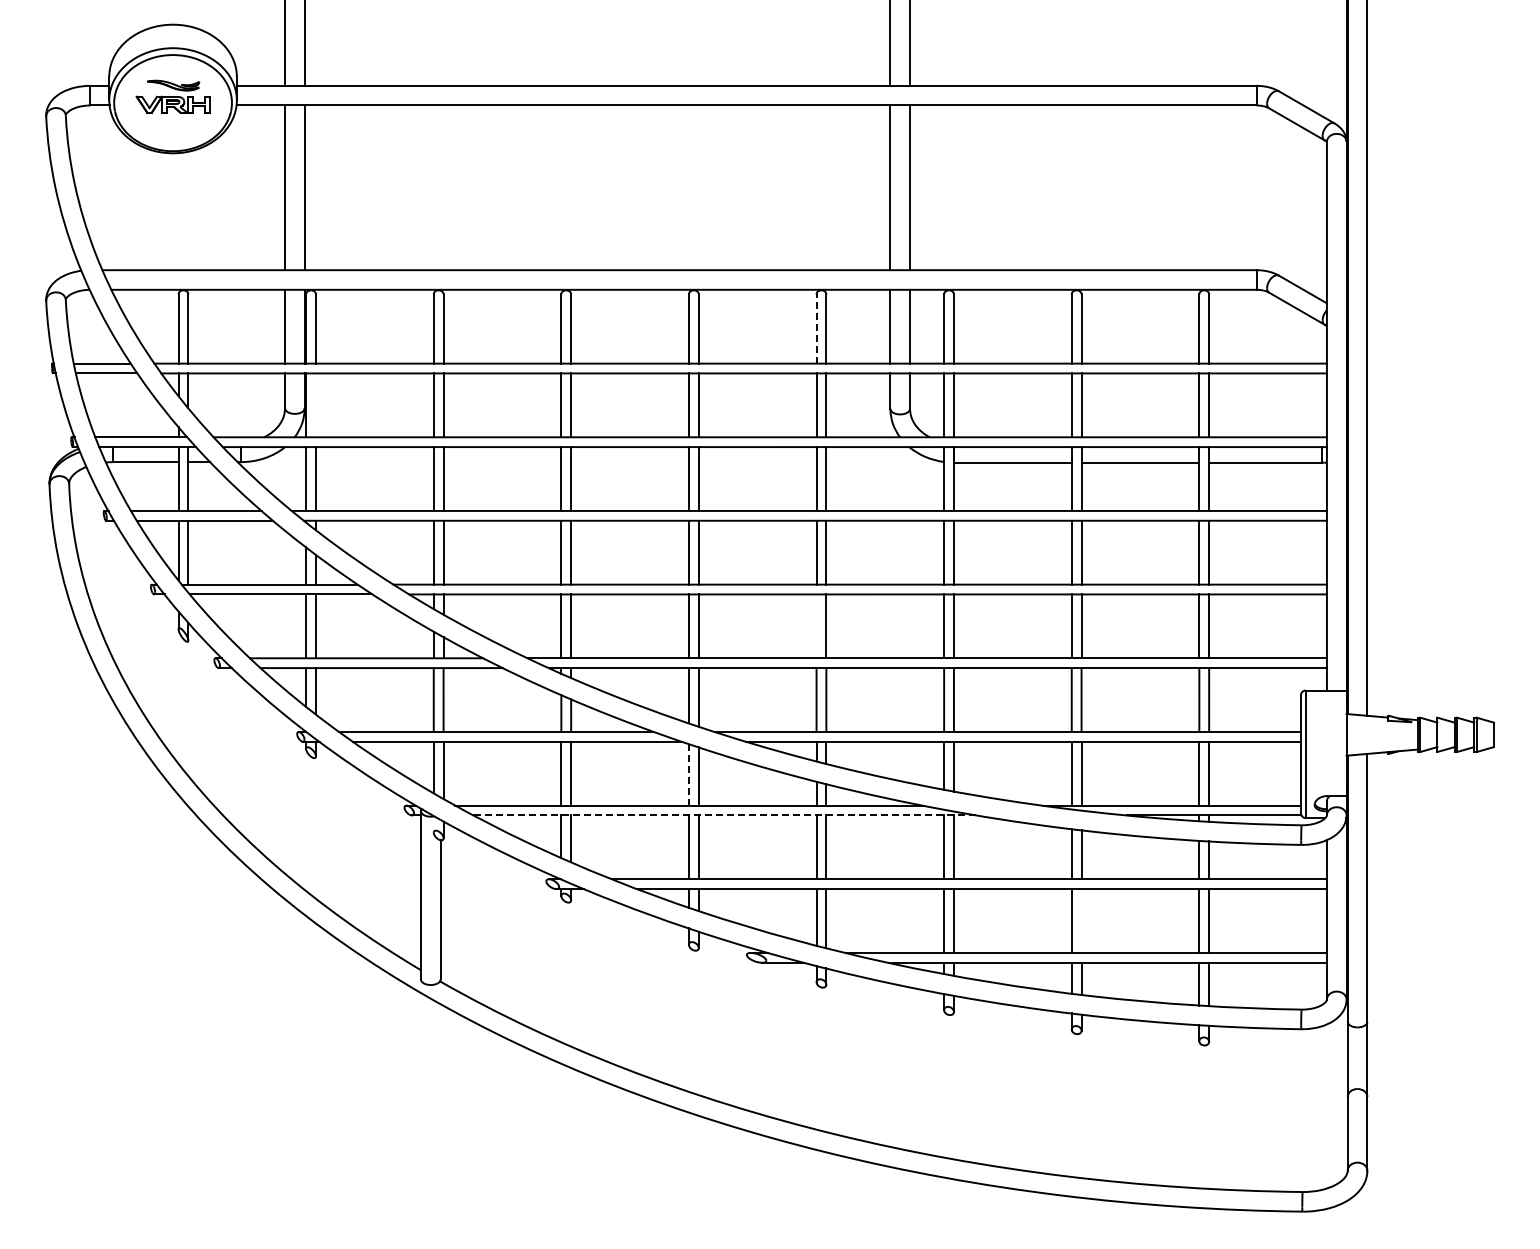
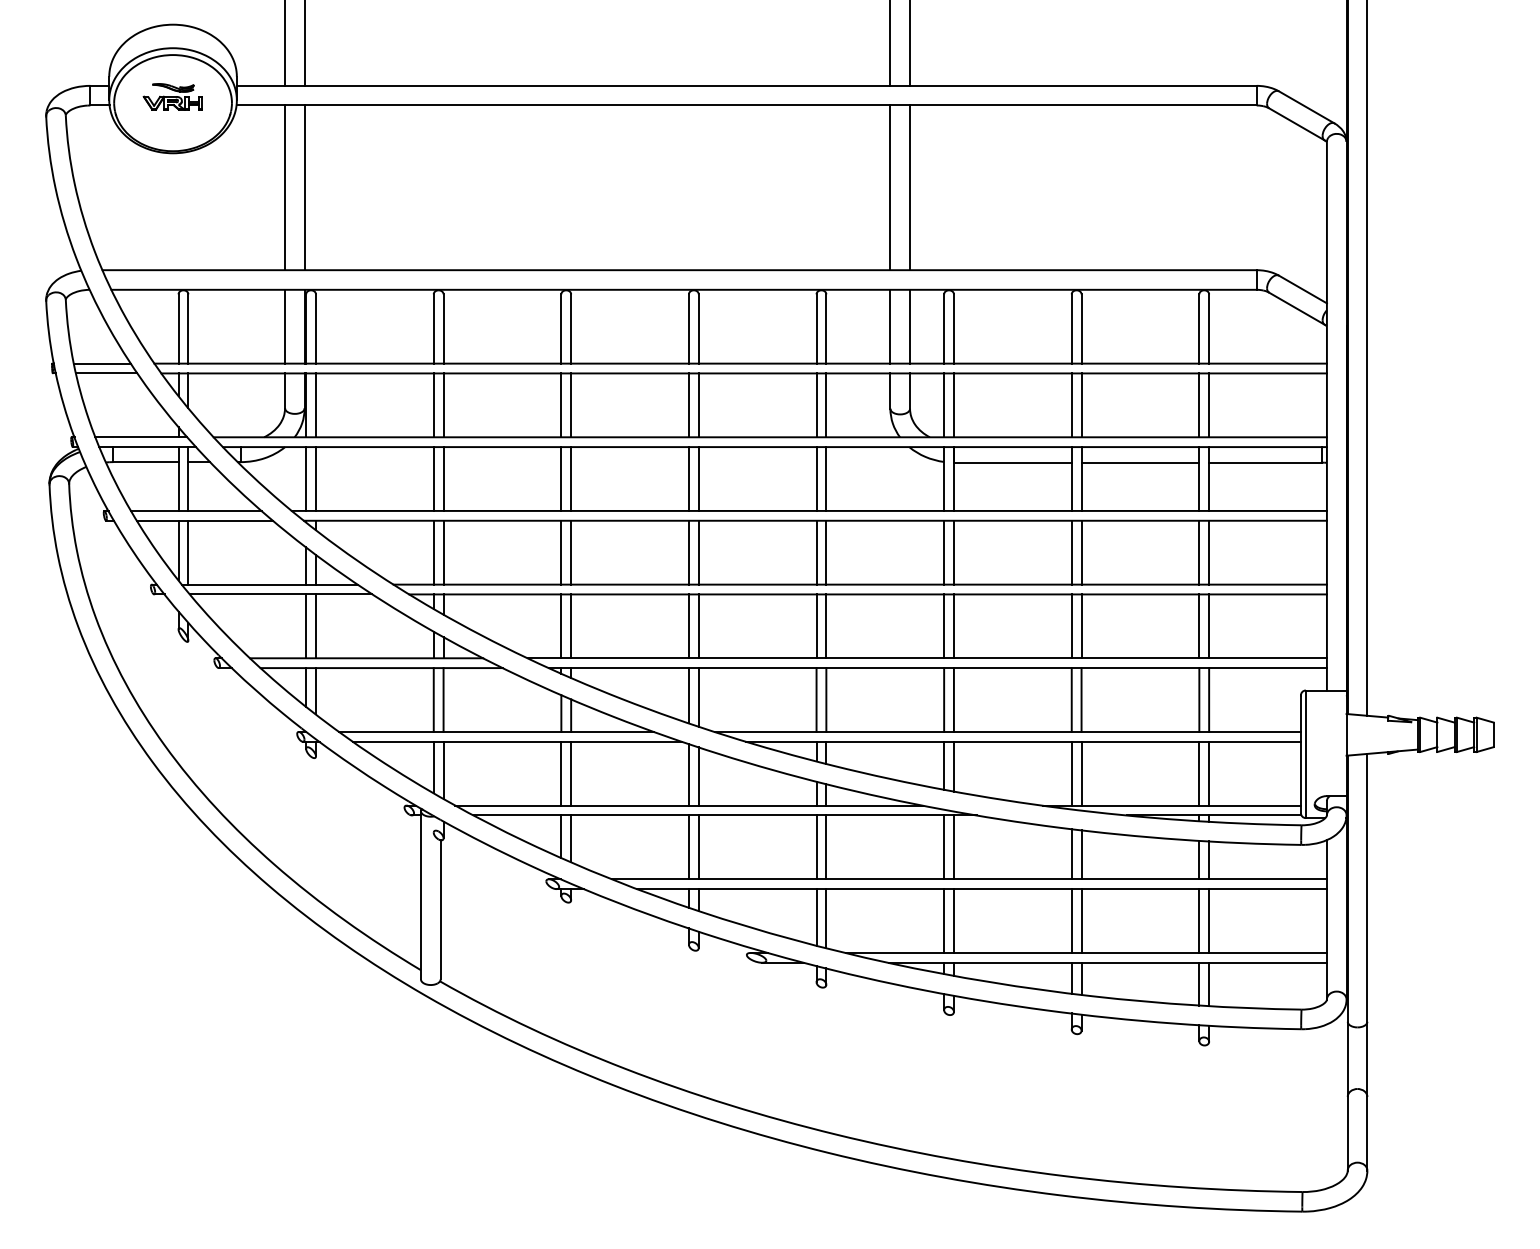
part at (172, 96) size: 76x35 px -> 61x28 px
line at (816, 329): dashed -> solid
line at (315, 405): none -> present
line at (816, 626): none -> present
line at (688, 774): dashed -> solid
line at (725, 815): dashed -> solid
line at (1081, 920): none -> present
